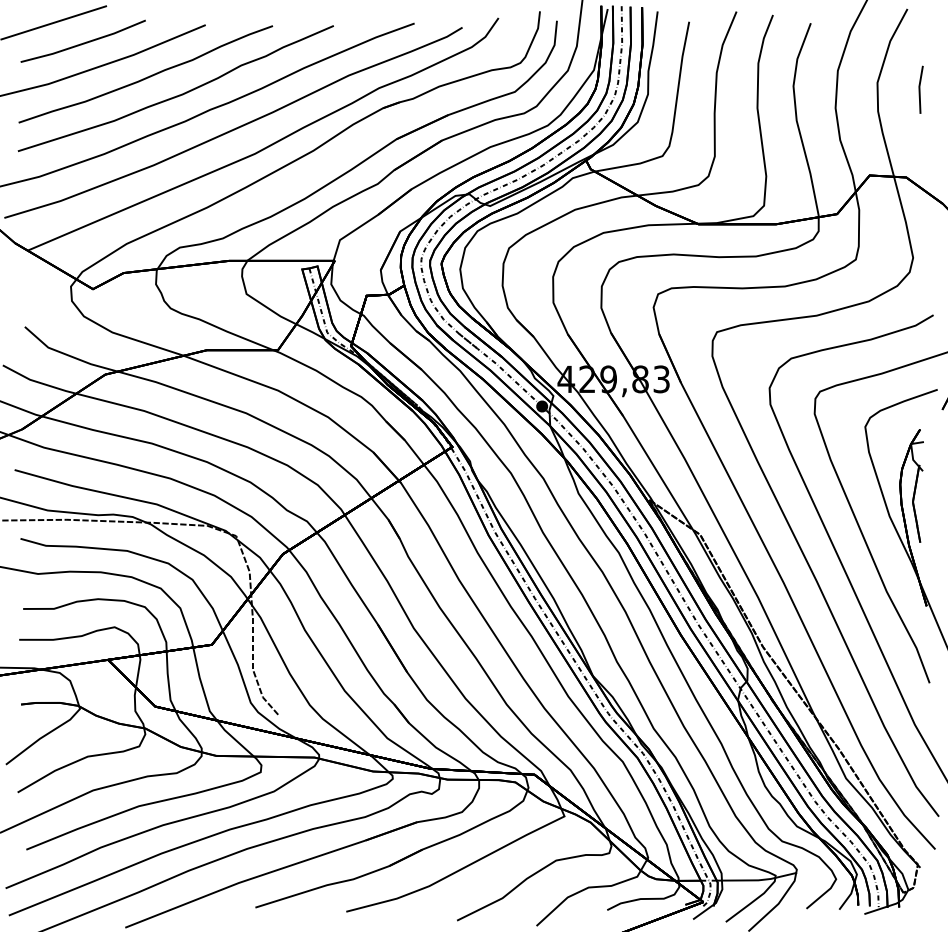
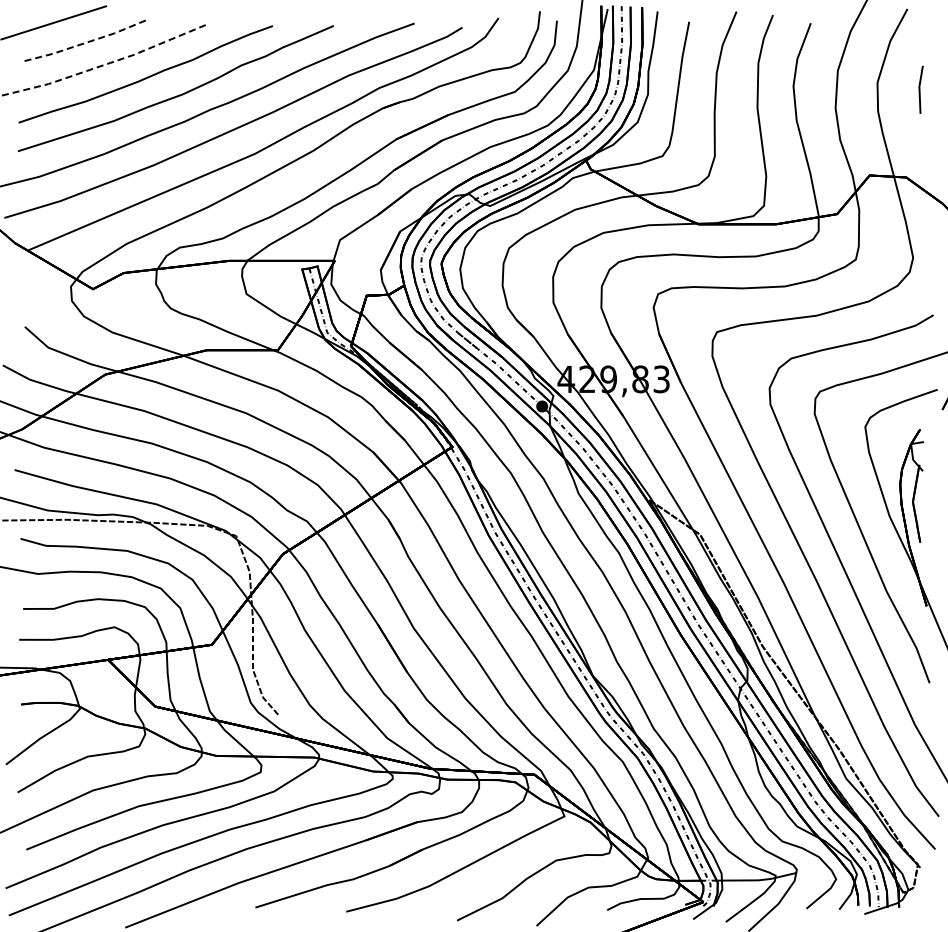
line at (84, 43): solid -> dashed
line at (103, 65): solid -> dashed
